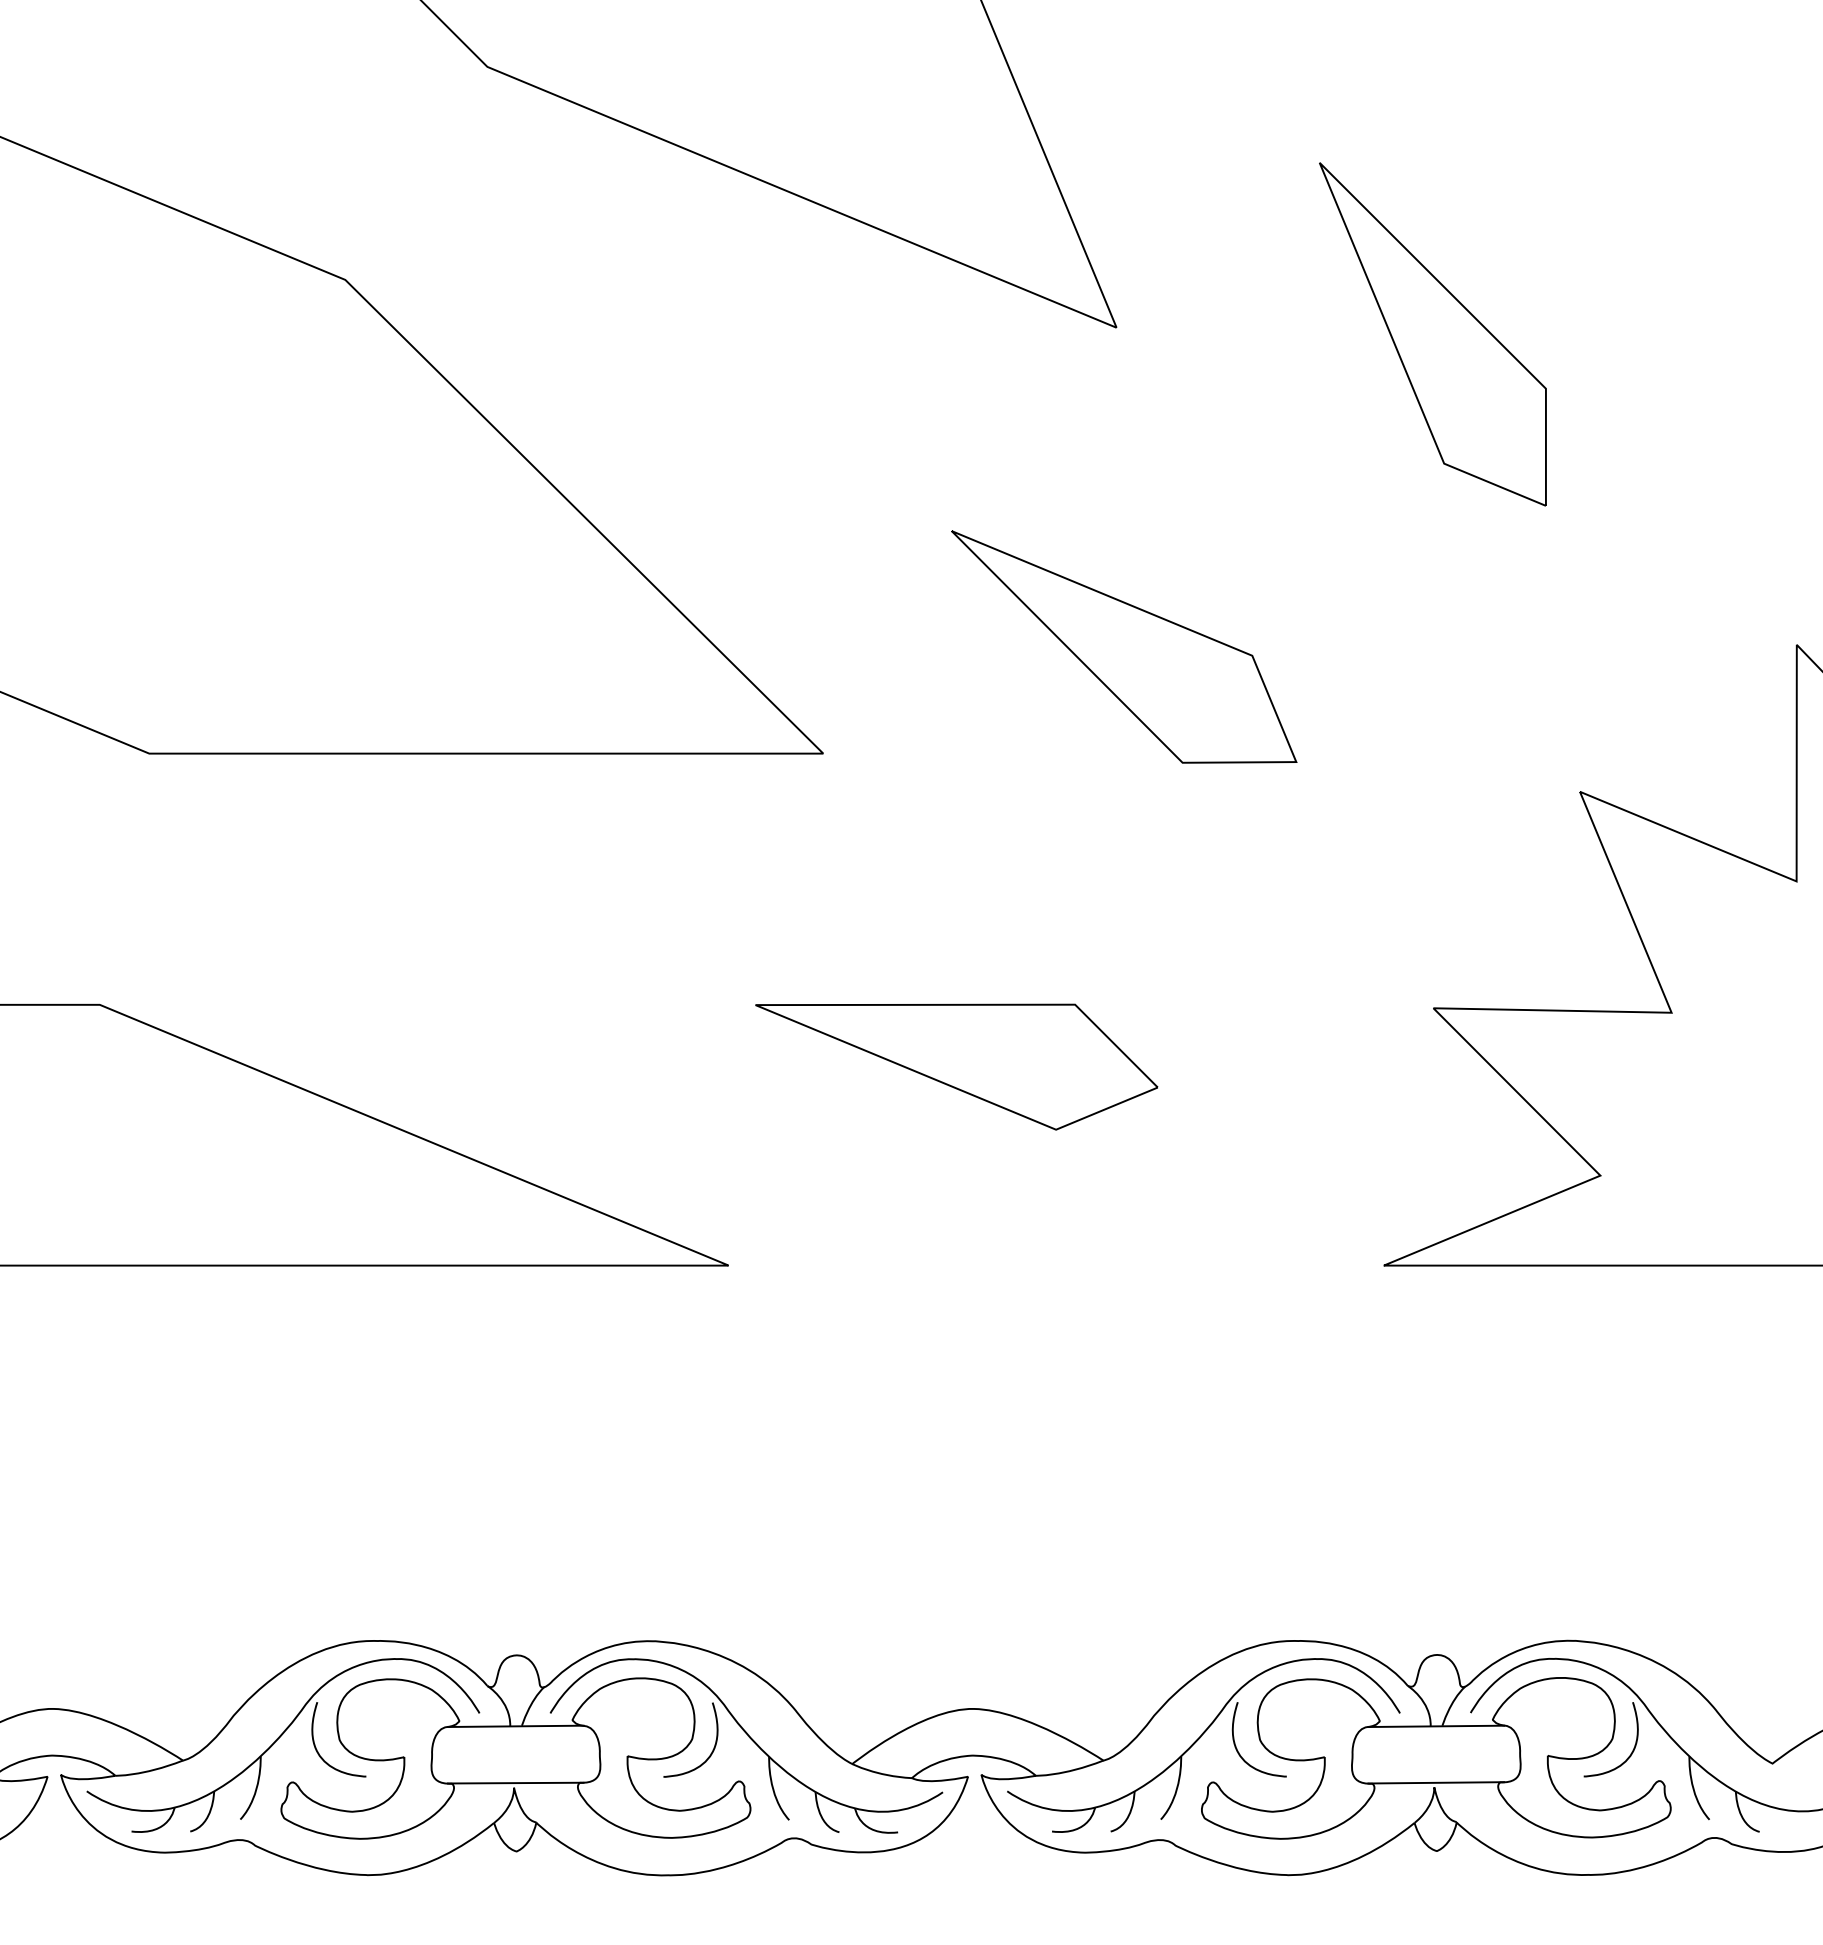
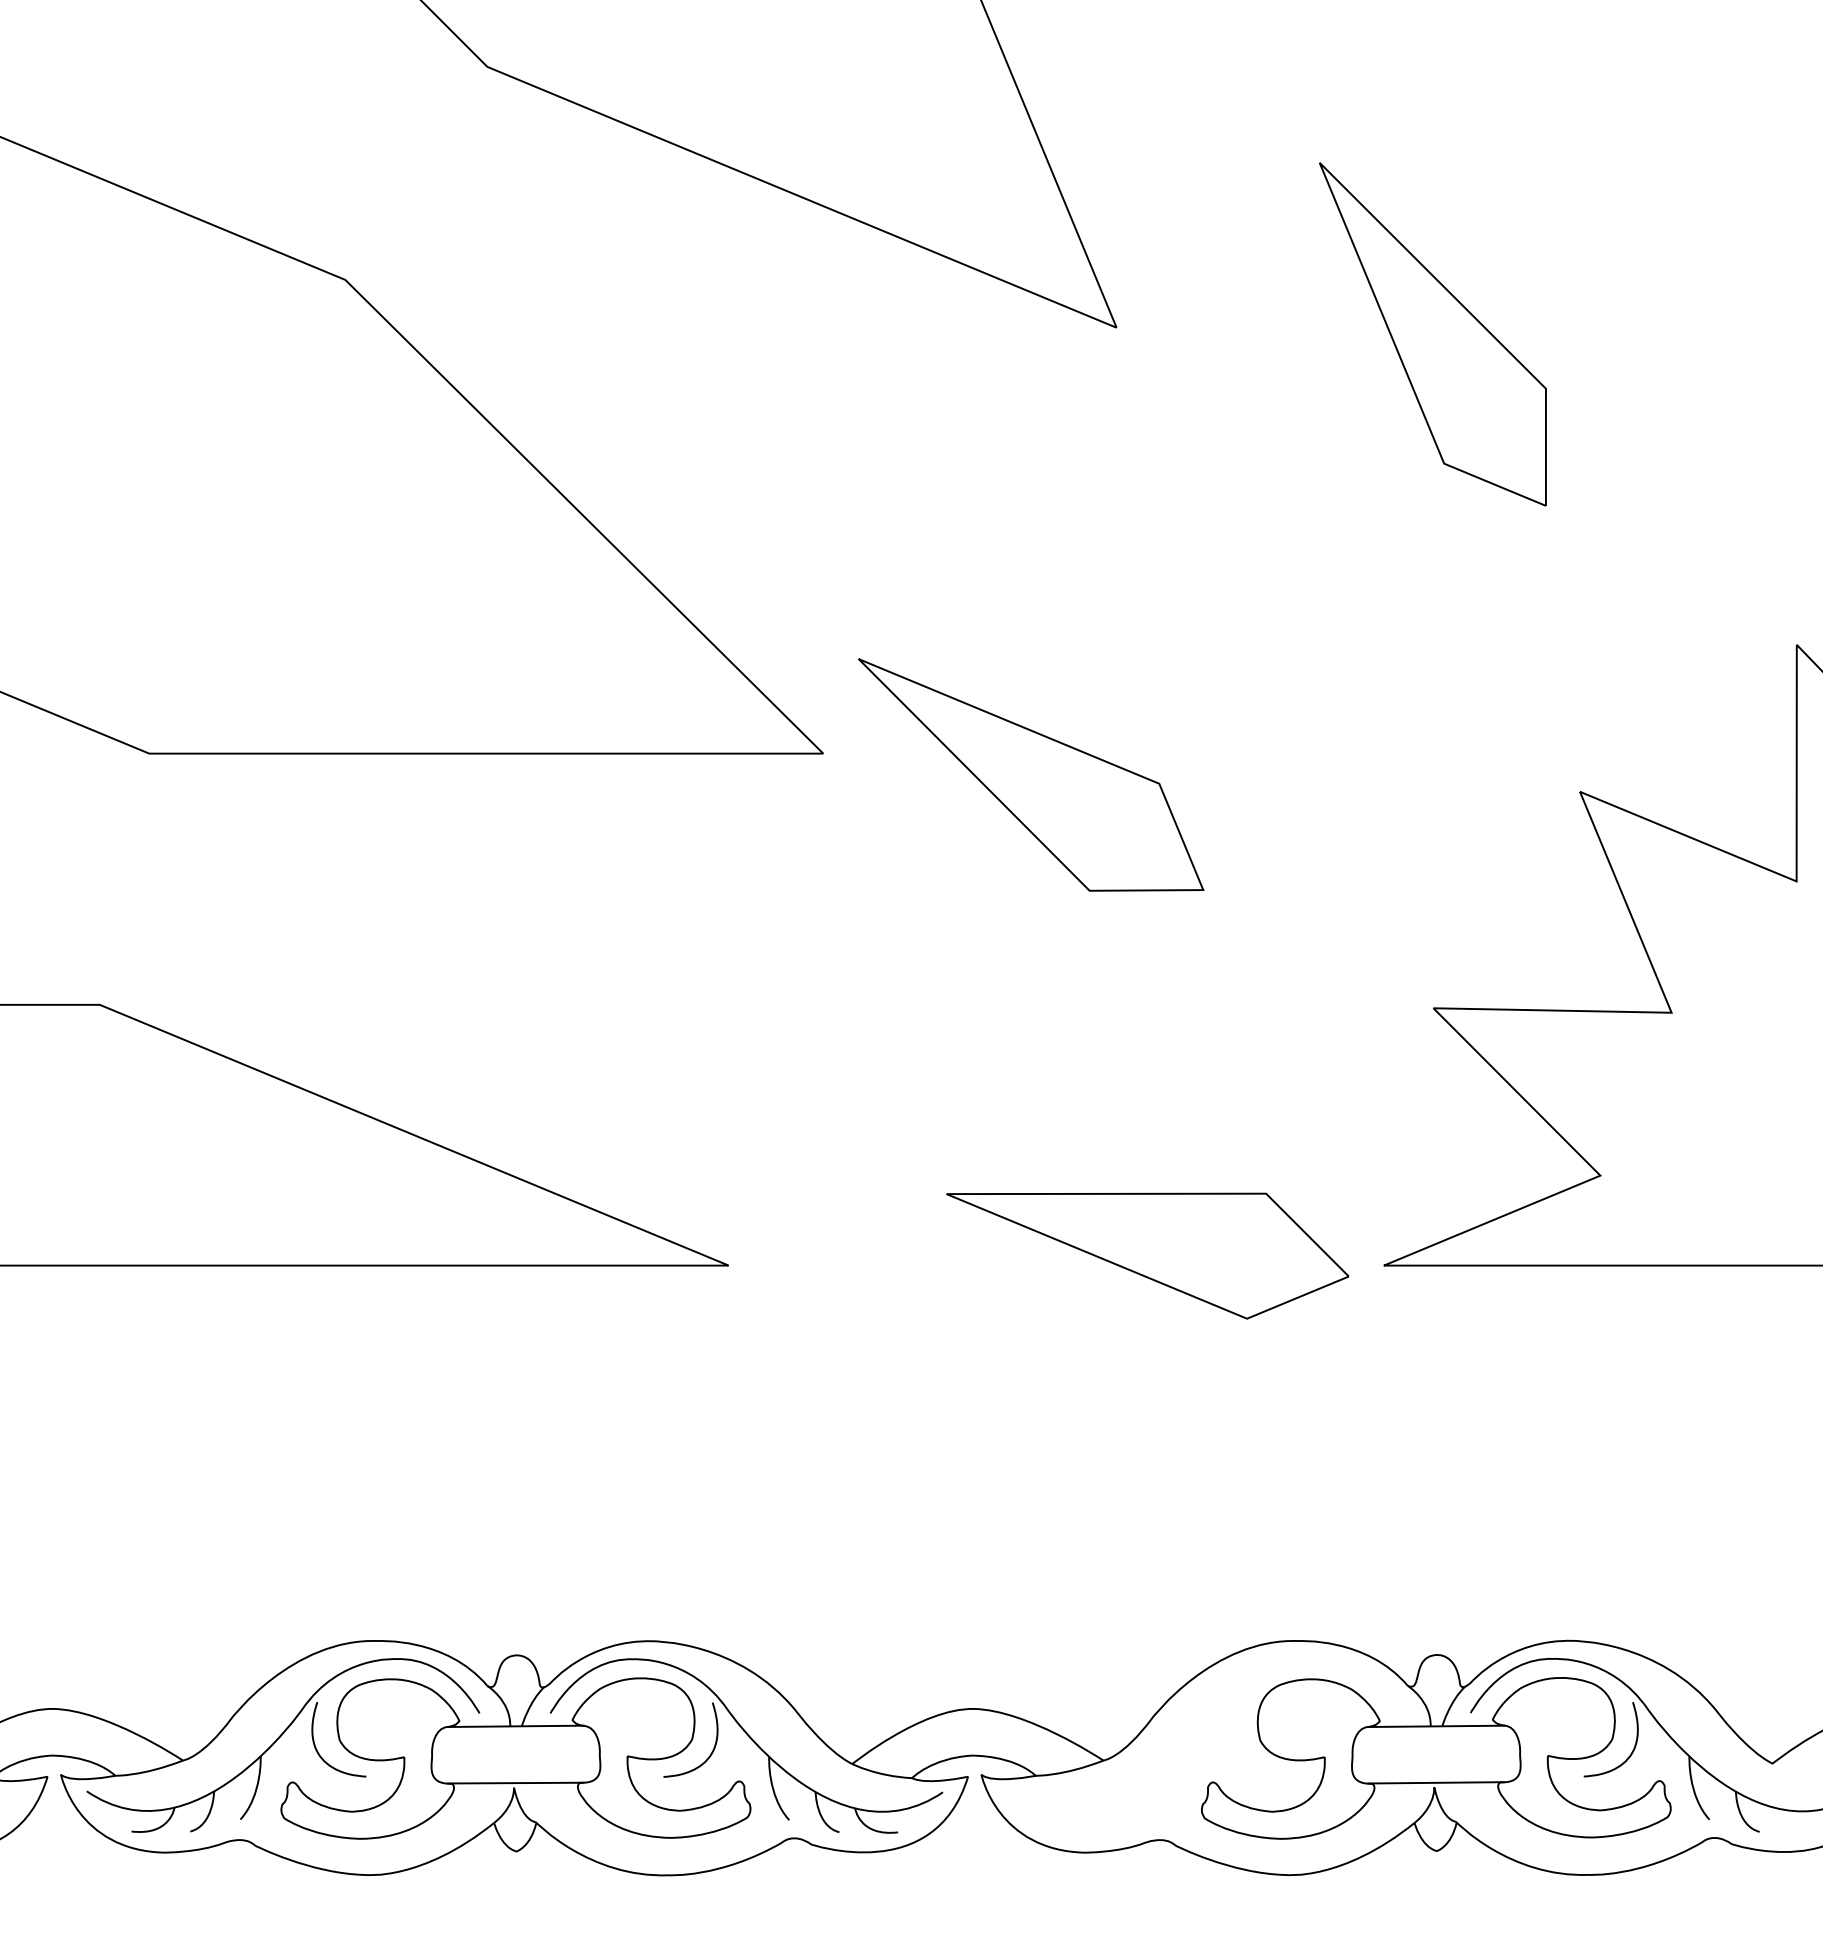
part at (1124, 646) position: (1124, 646) -> (1031, 774)
part at (956, 1066) position: (956, 1066) -> (1147, 1255)
part at (1198, 1740): present -> none
